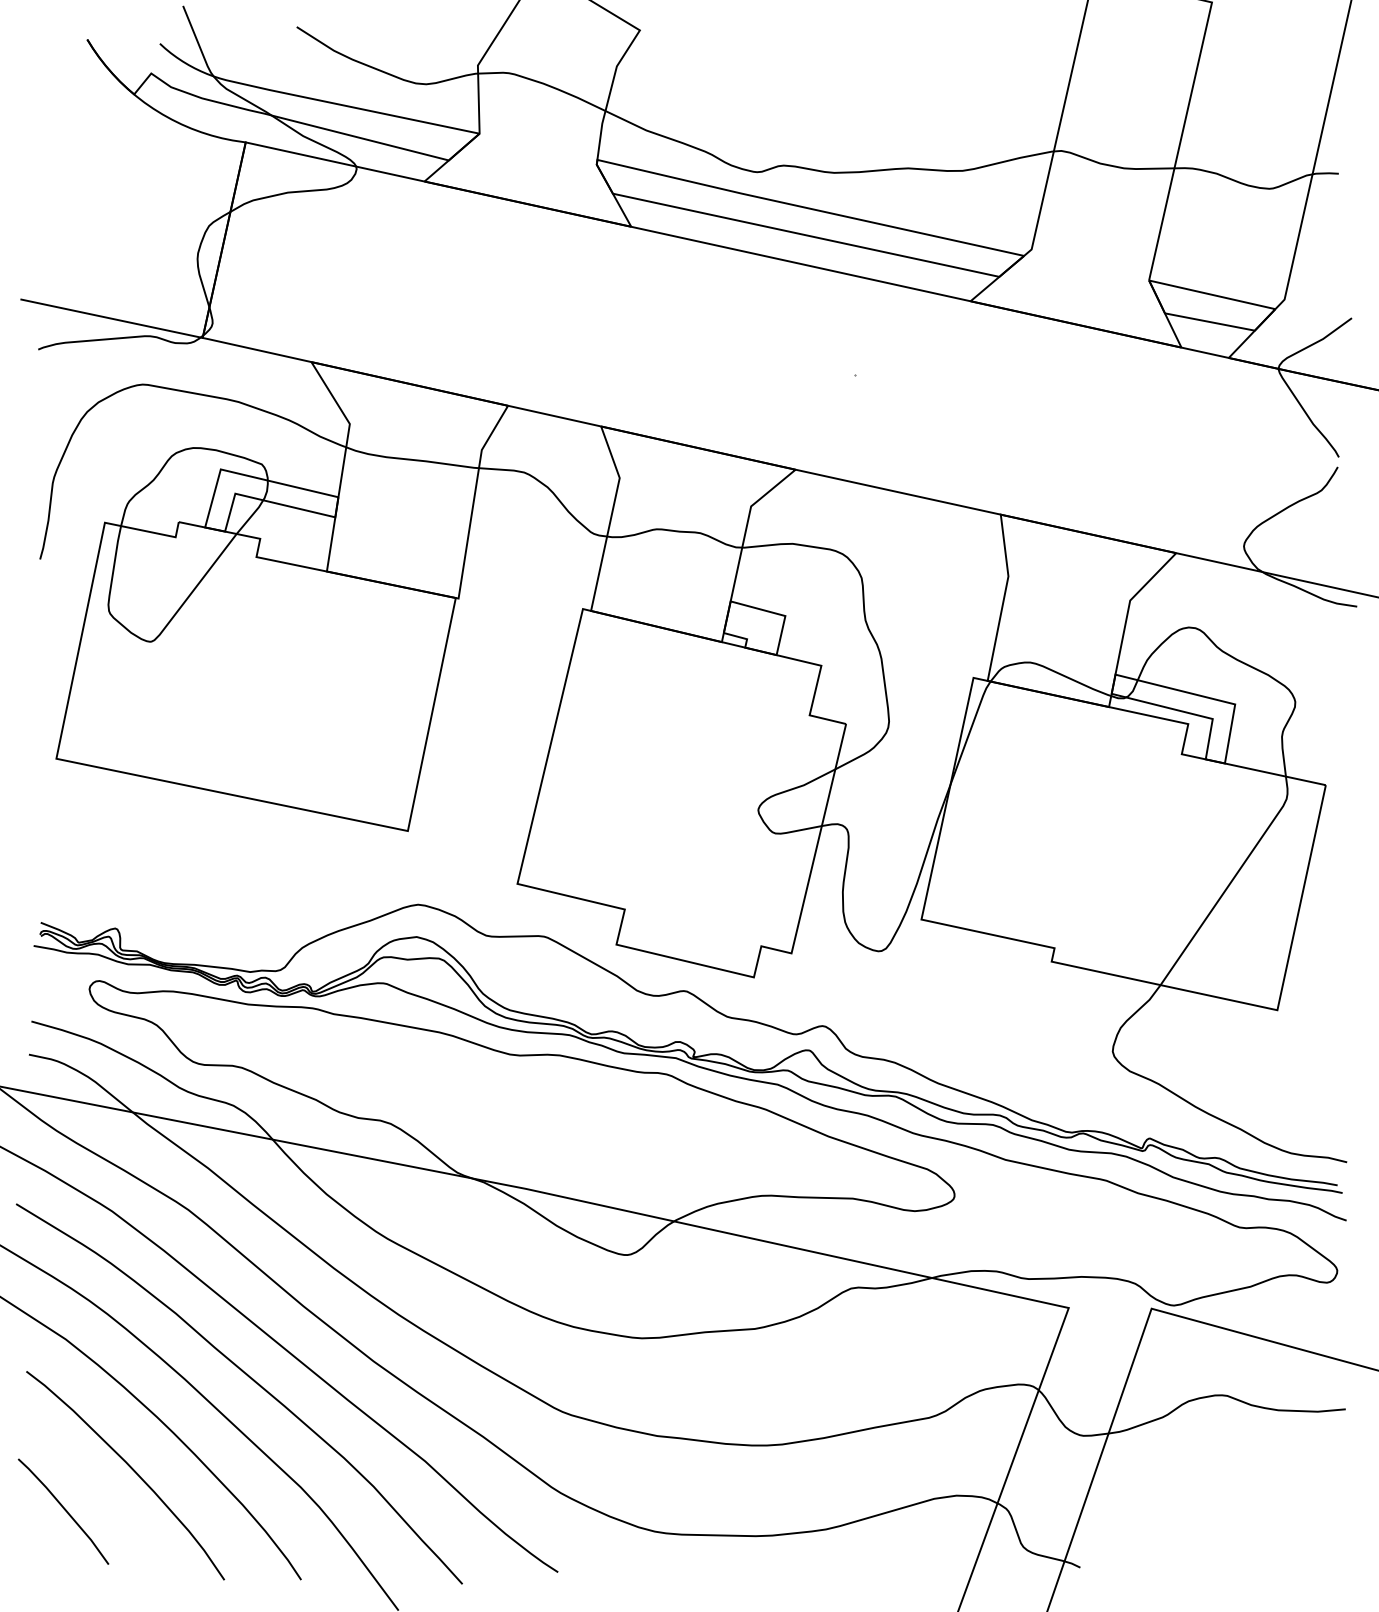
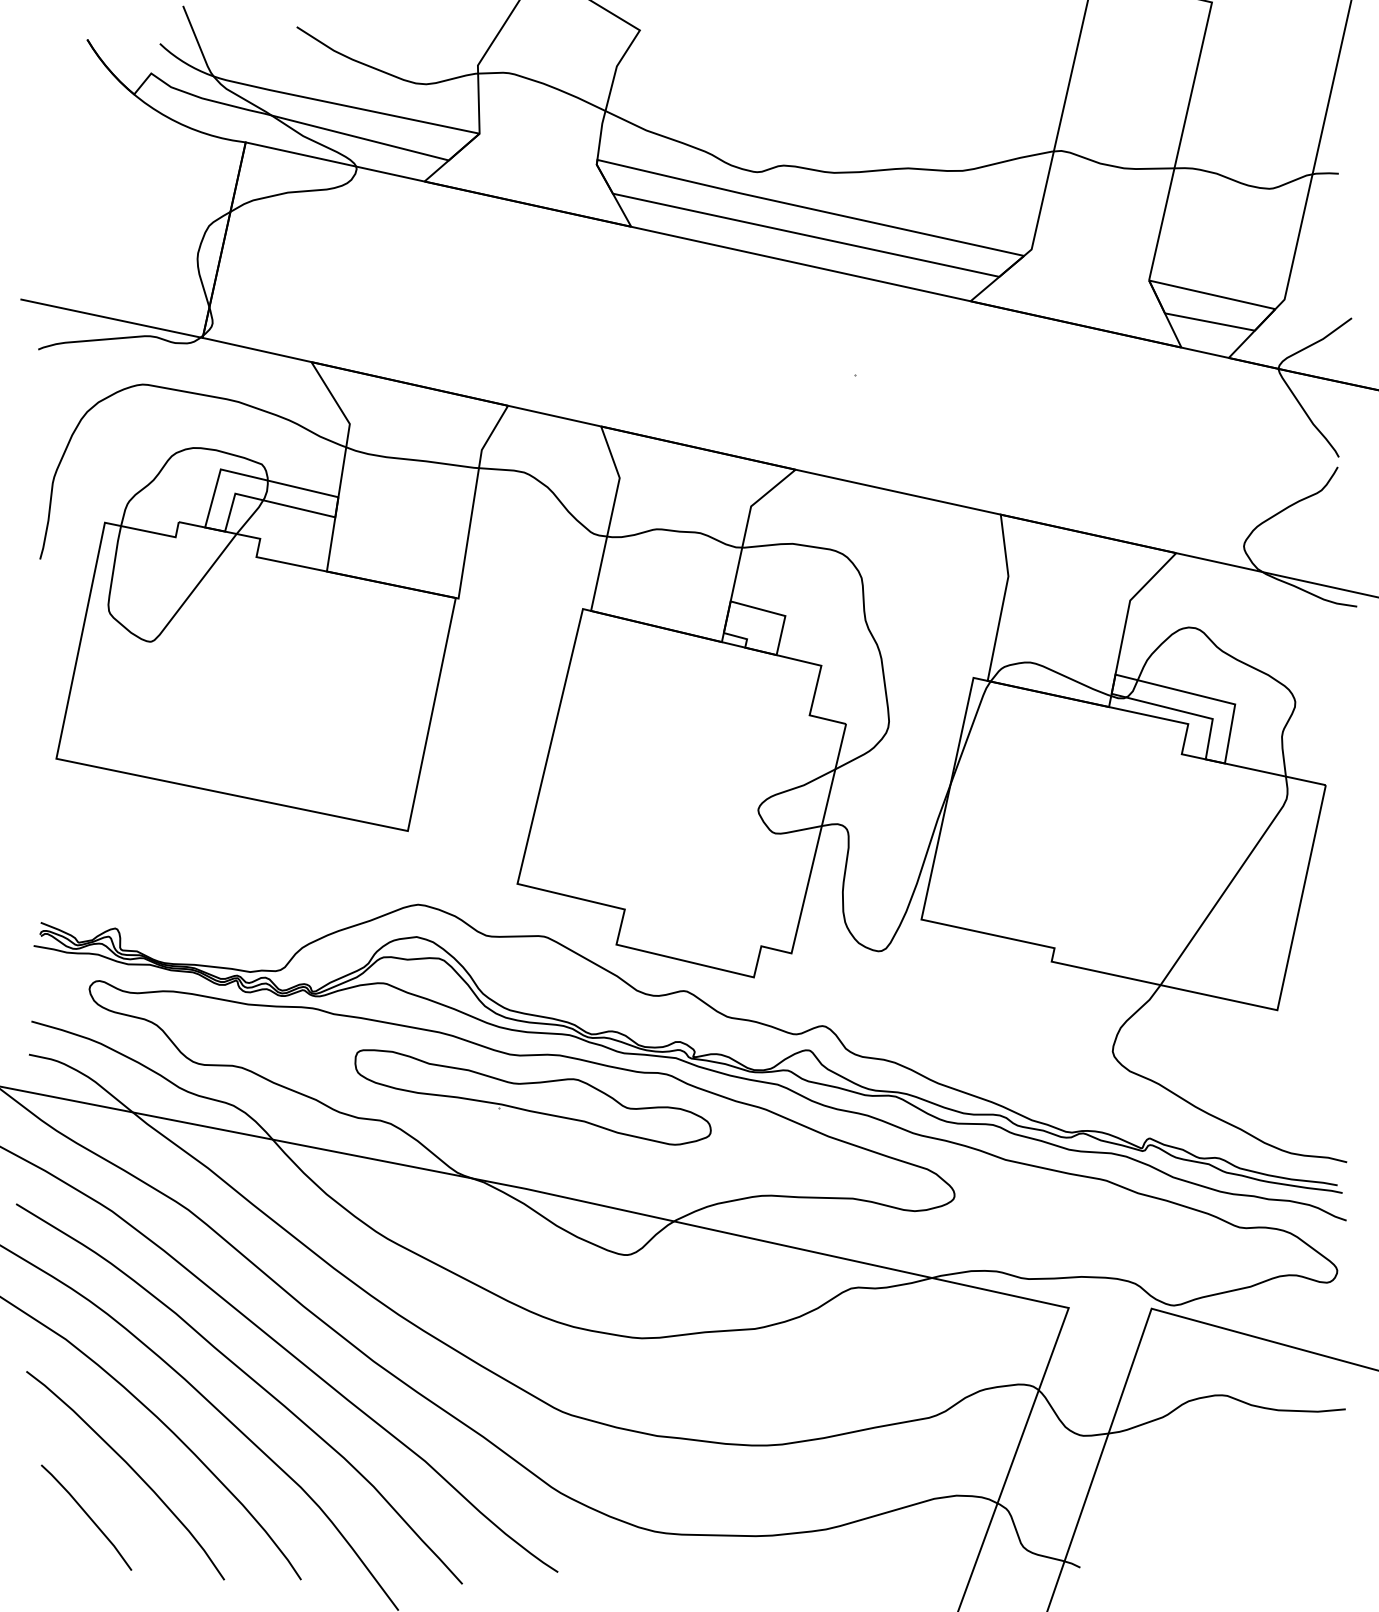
part at (532, 1097): none -> present
line at (64, 1510) position: (64, 1510) -> (87, 1516)
